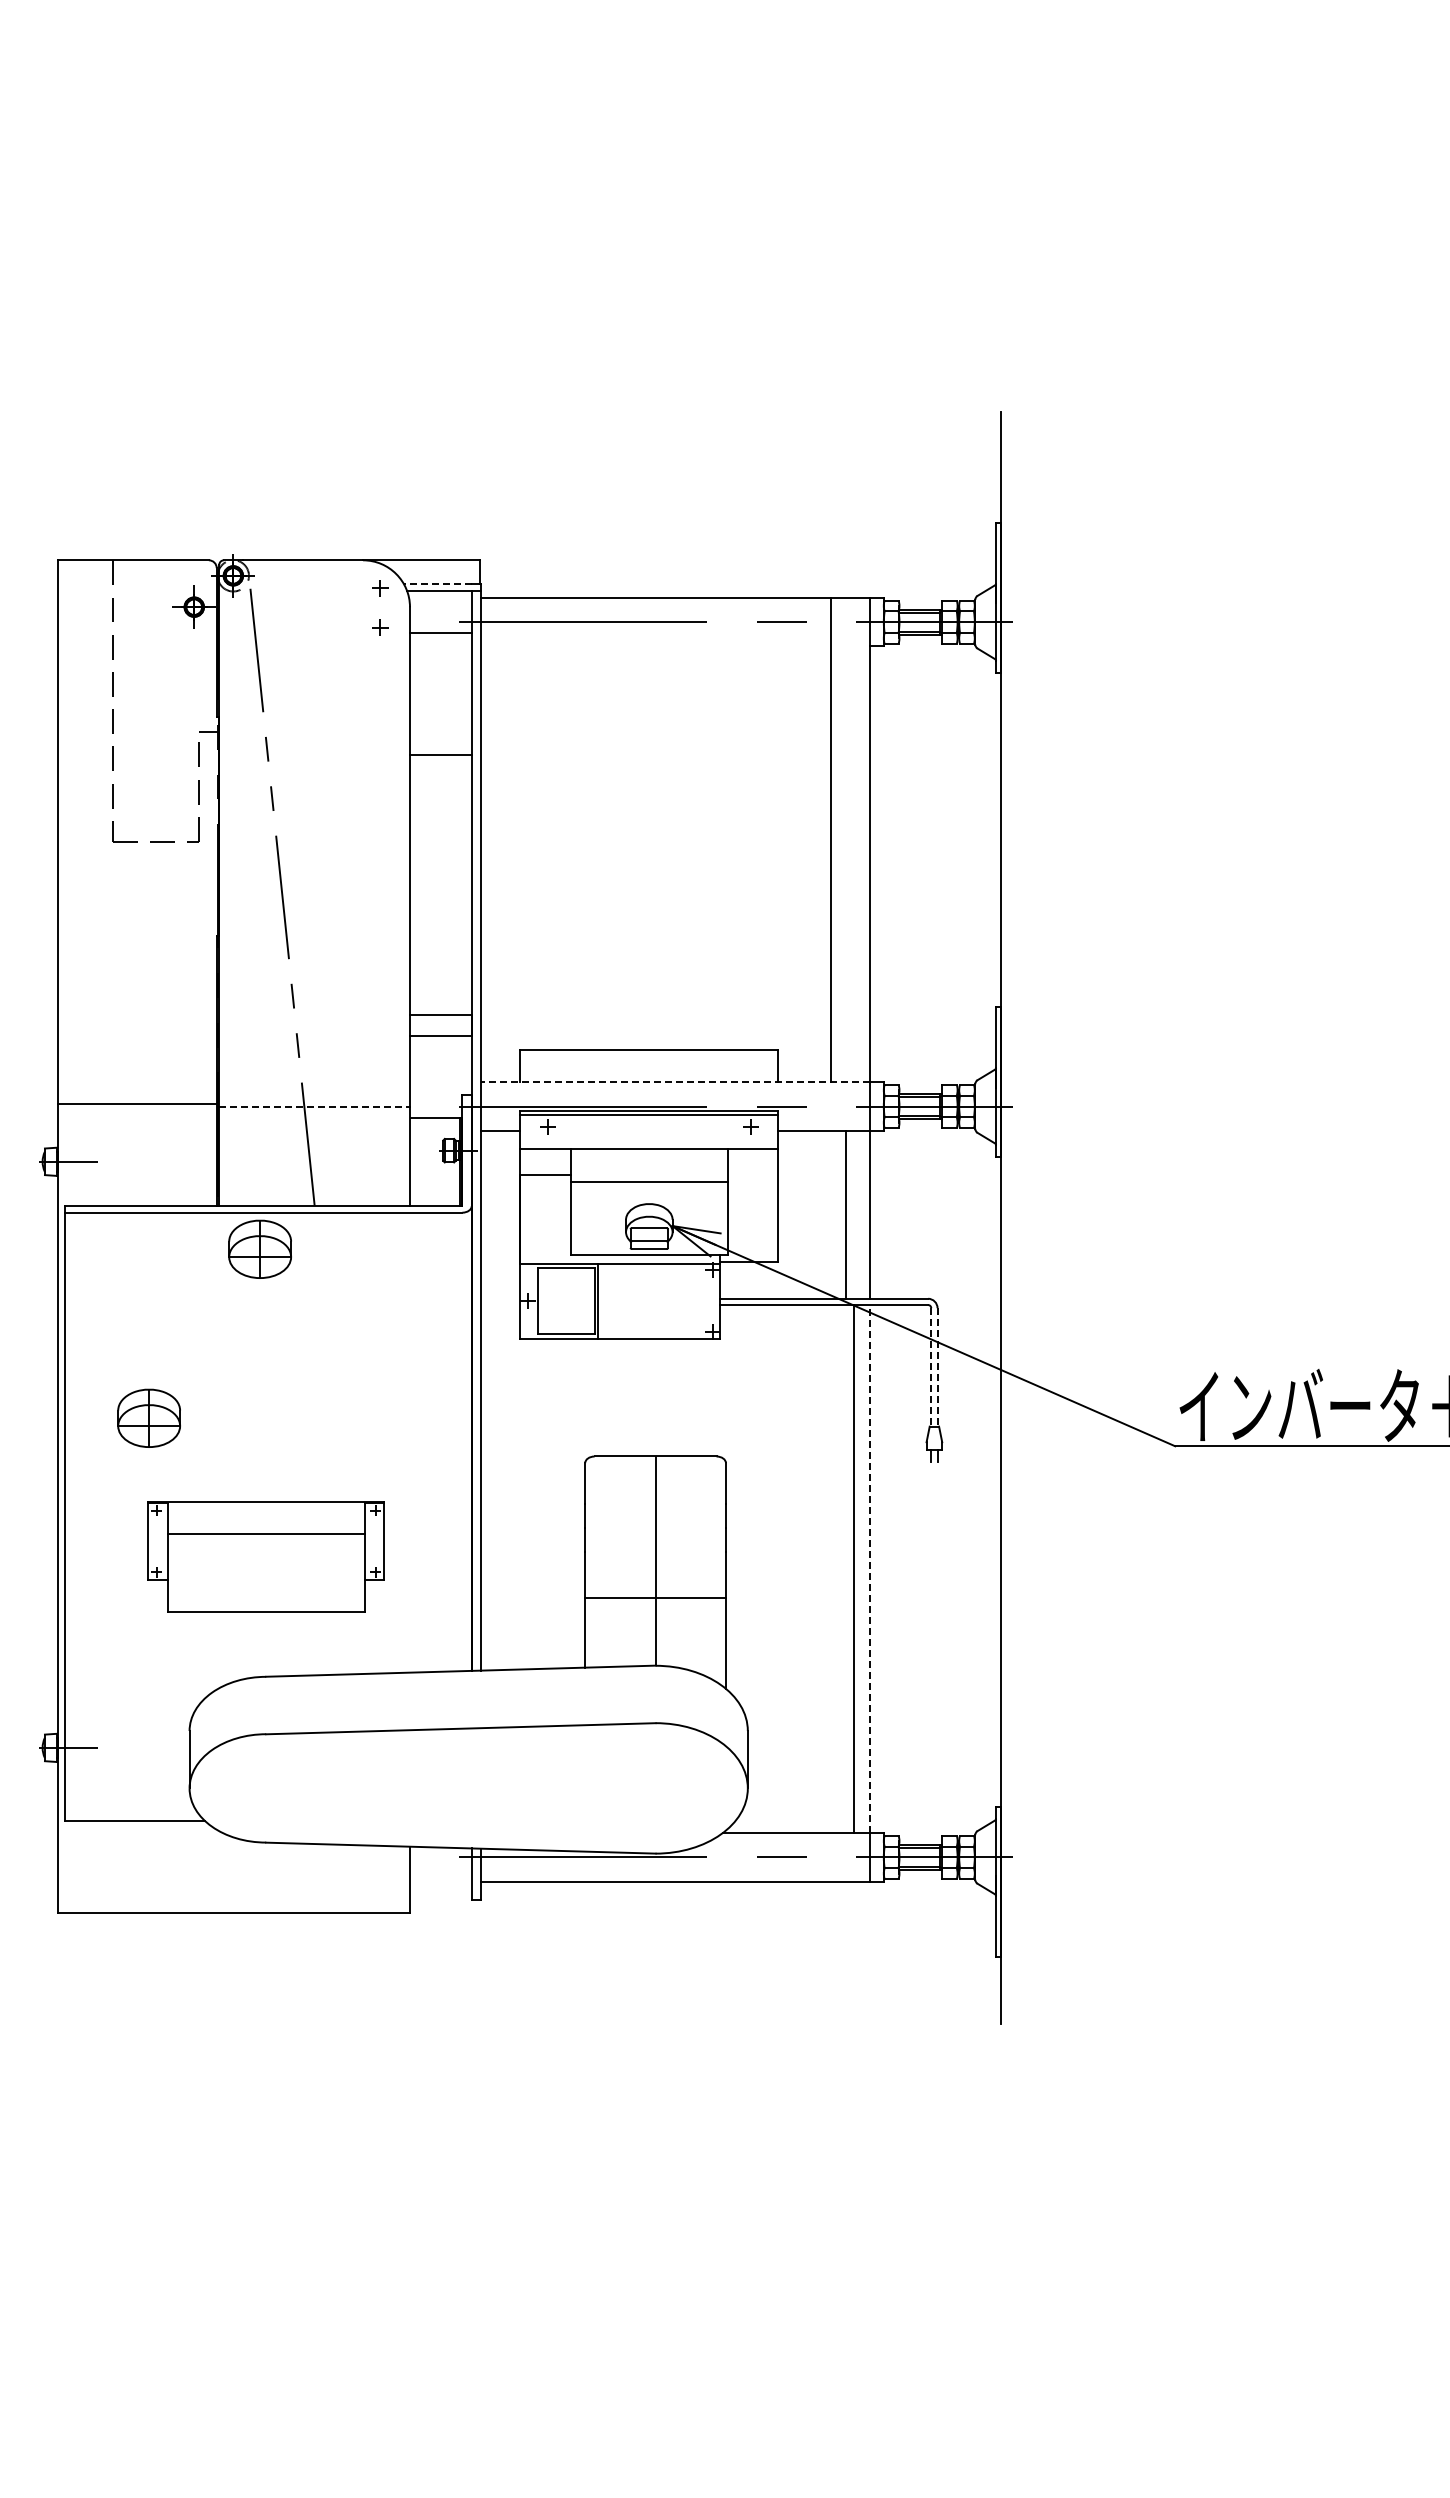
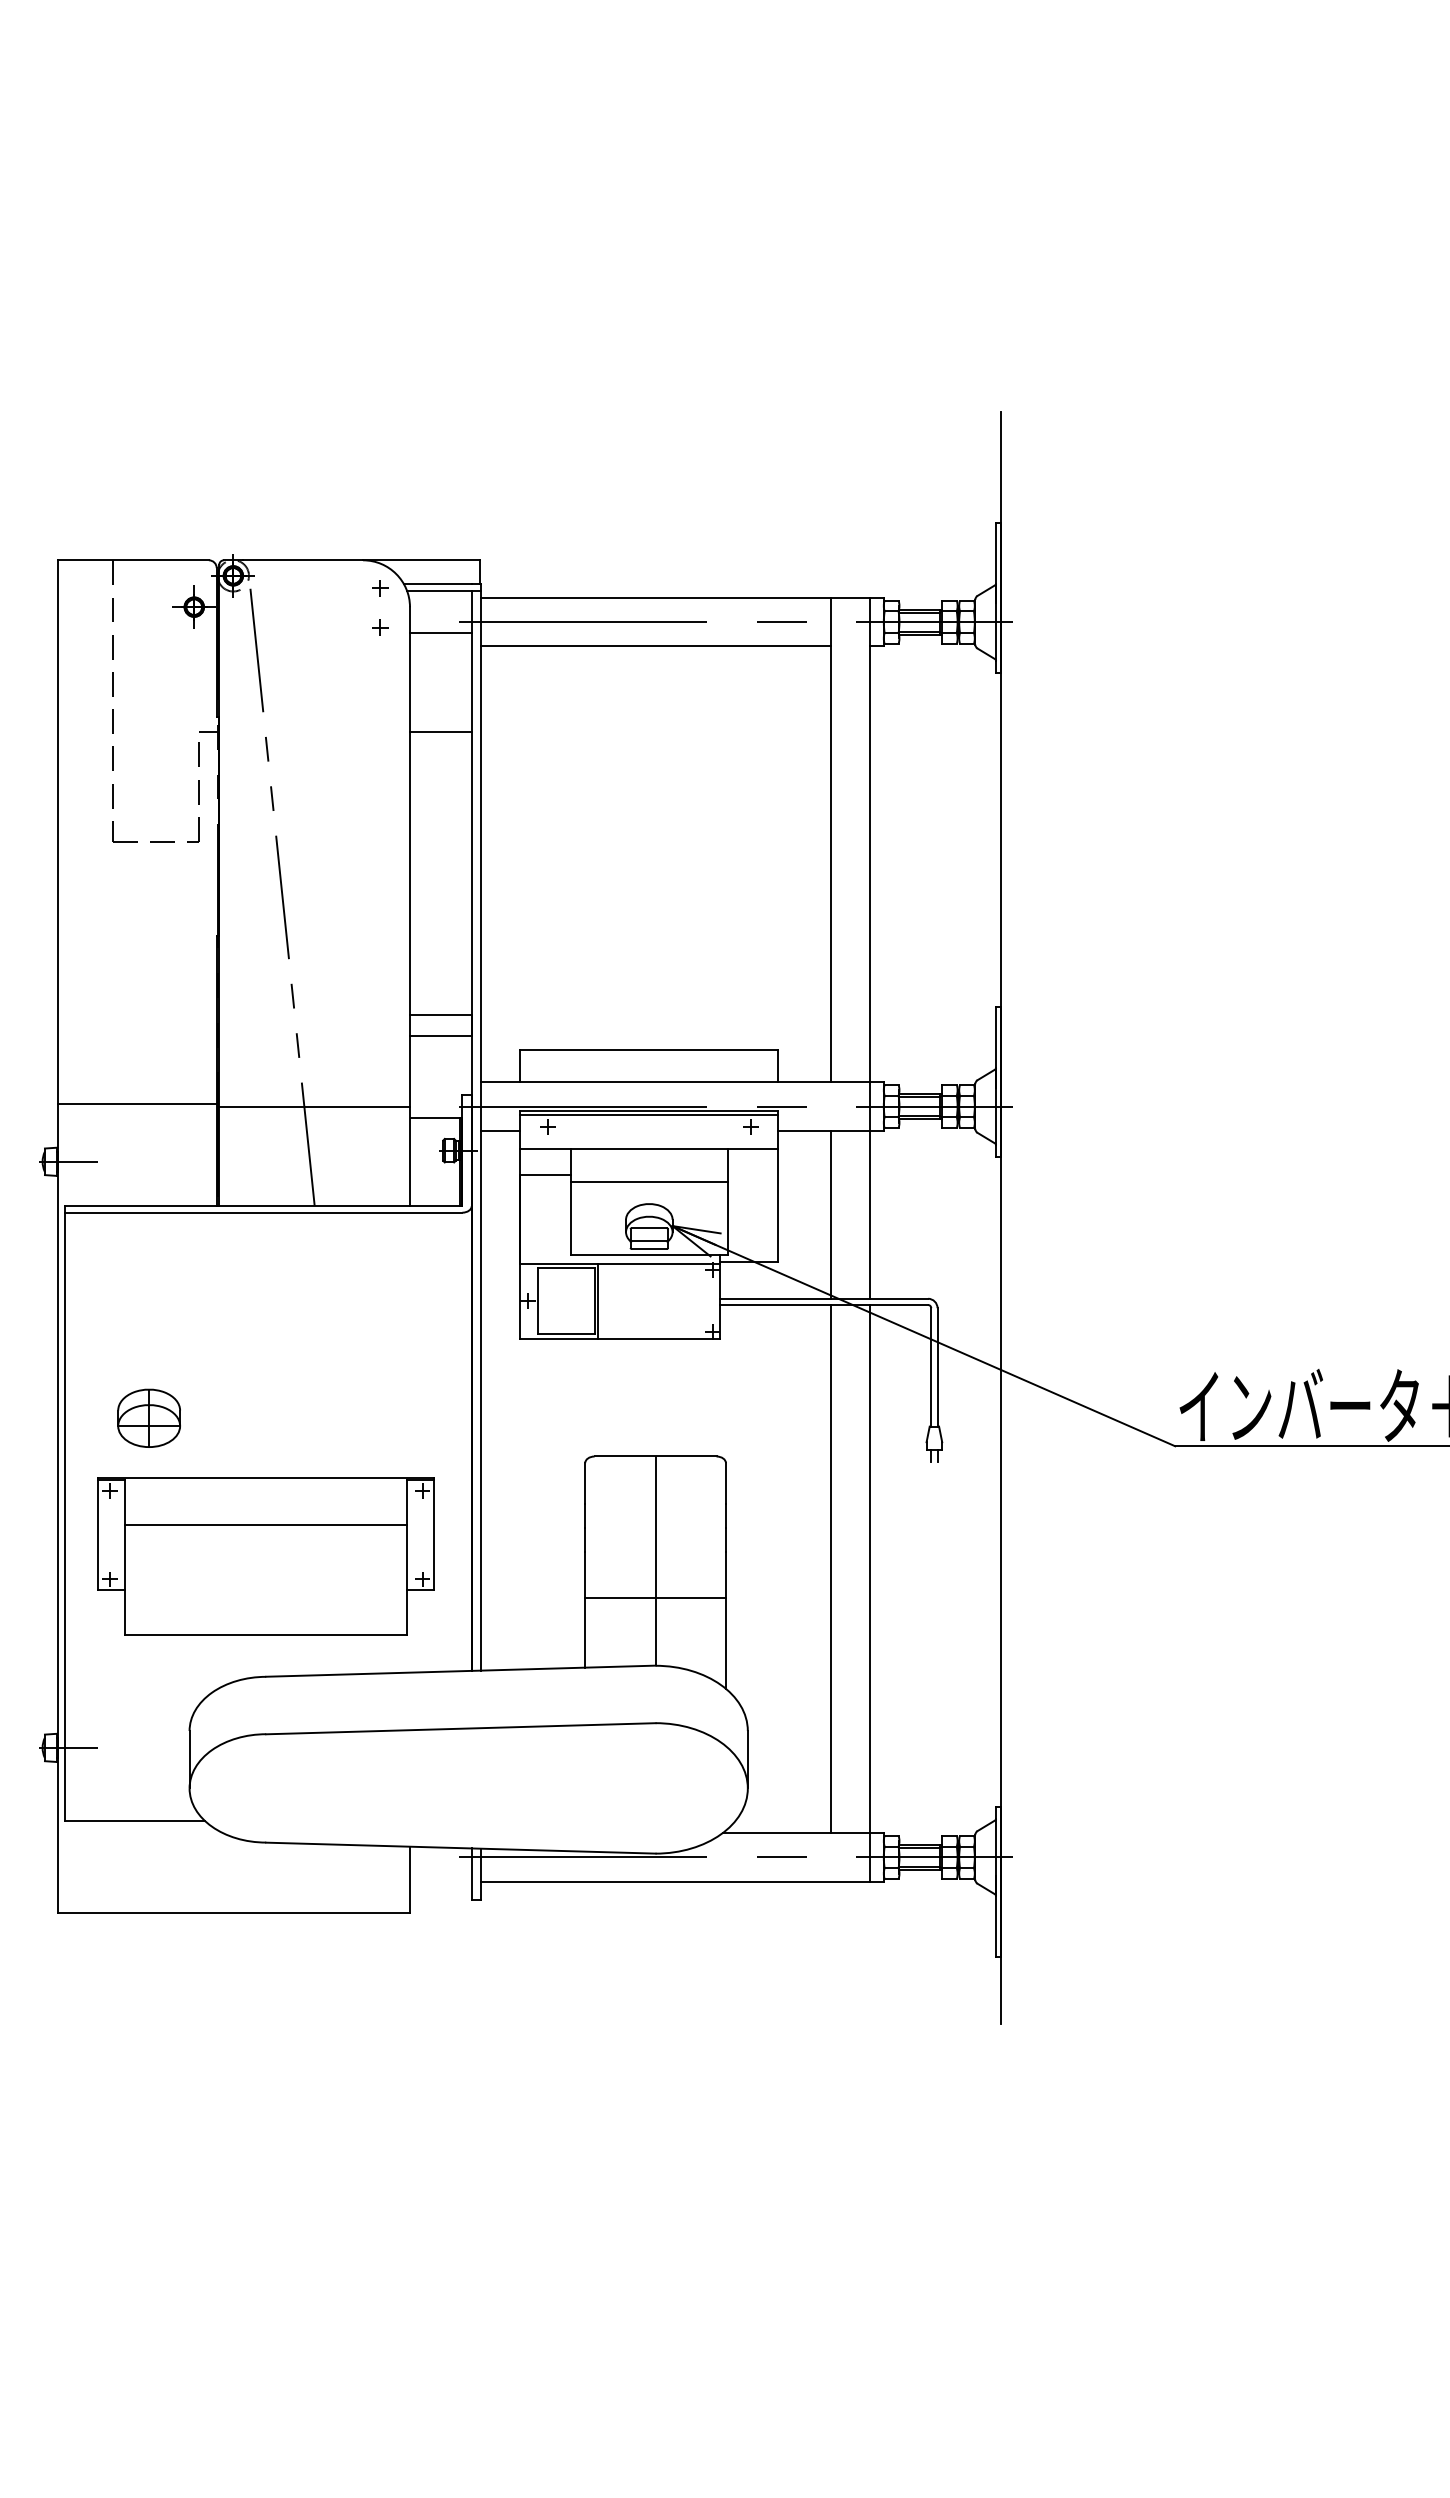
line at (437, 584): dashed -> solid
line at (655, 646): none -> present
line at (440, 755) position: (440, 755) -> (440, 732)
line at (674, 1082): dashed -> solid
line at (315, 1107): dashed -> solid
line at (845, 1214) position: (845, 1214) -> (830, 1214)
part at (259, 1248): present -> none
line at (931, 1367): dashed -> solid
line at (937, 1367): dashed -> solid
part at (265, 1556) size: 238x112 px -> 338x159 px
line at (869, 1568): dashed -> solid
line at (853, 1569) position: (853, 1569) -> (830, 1569)
